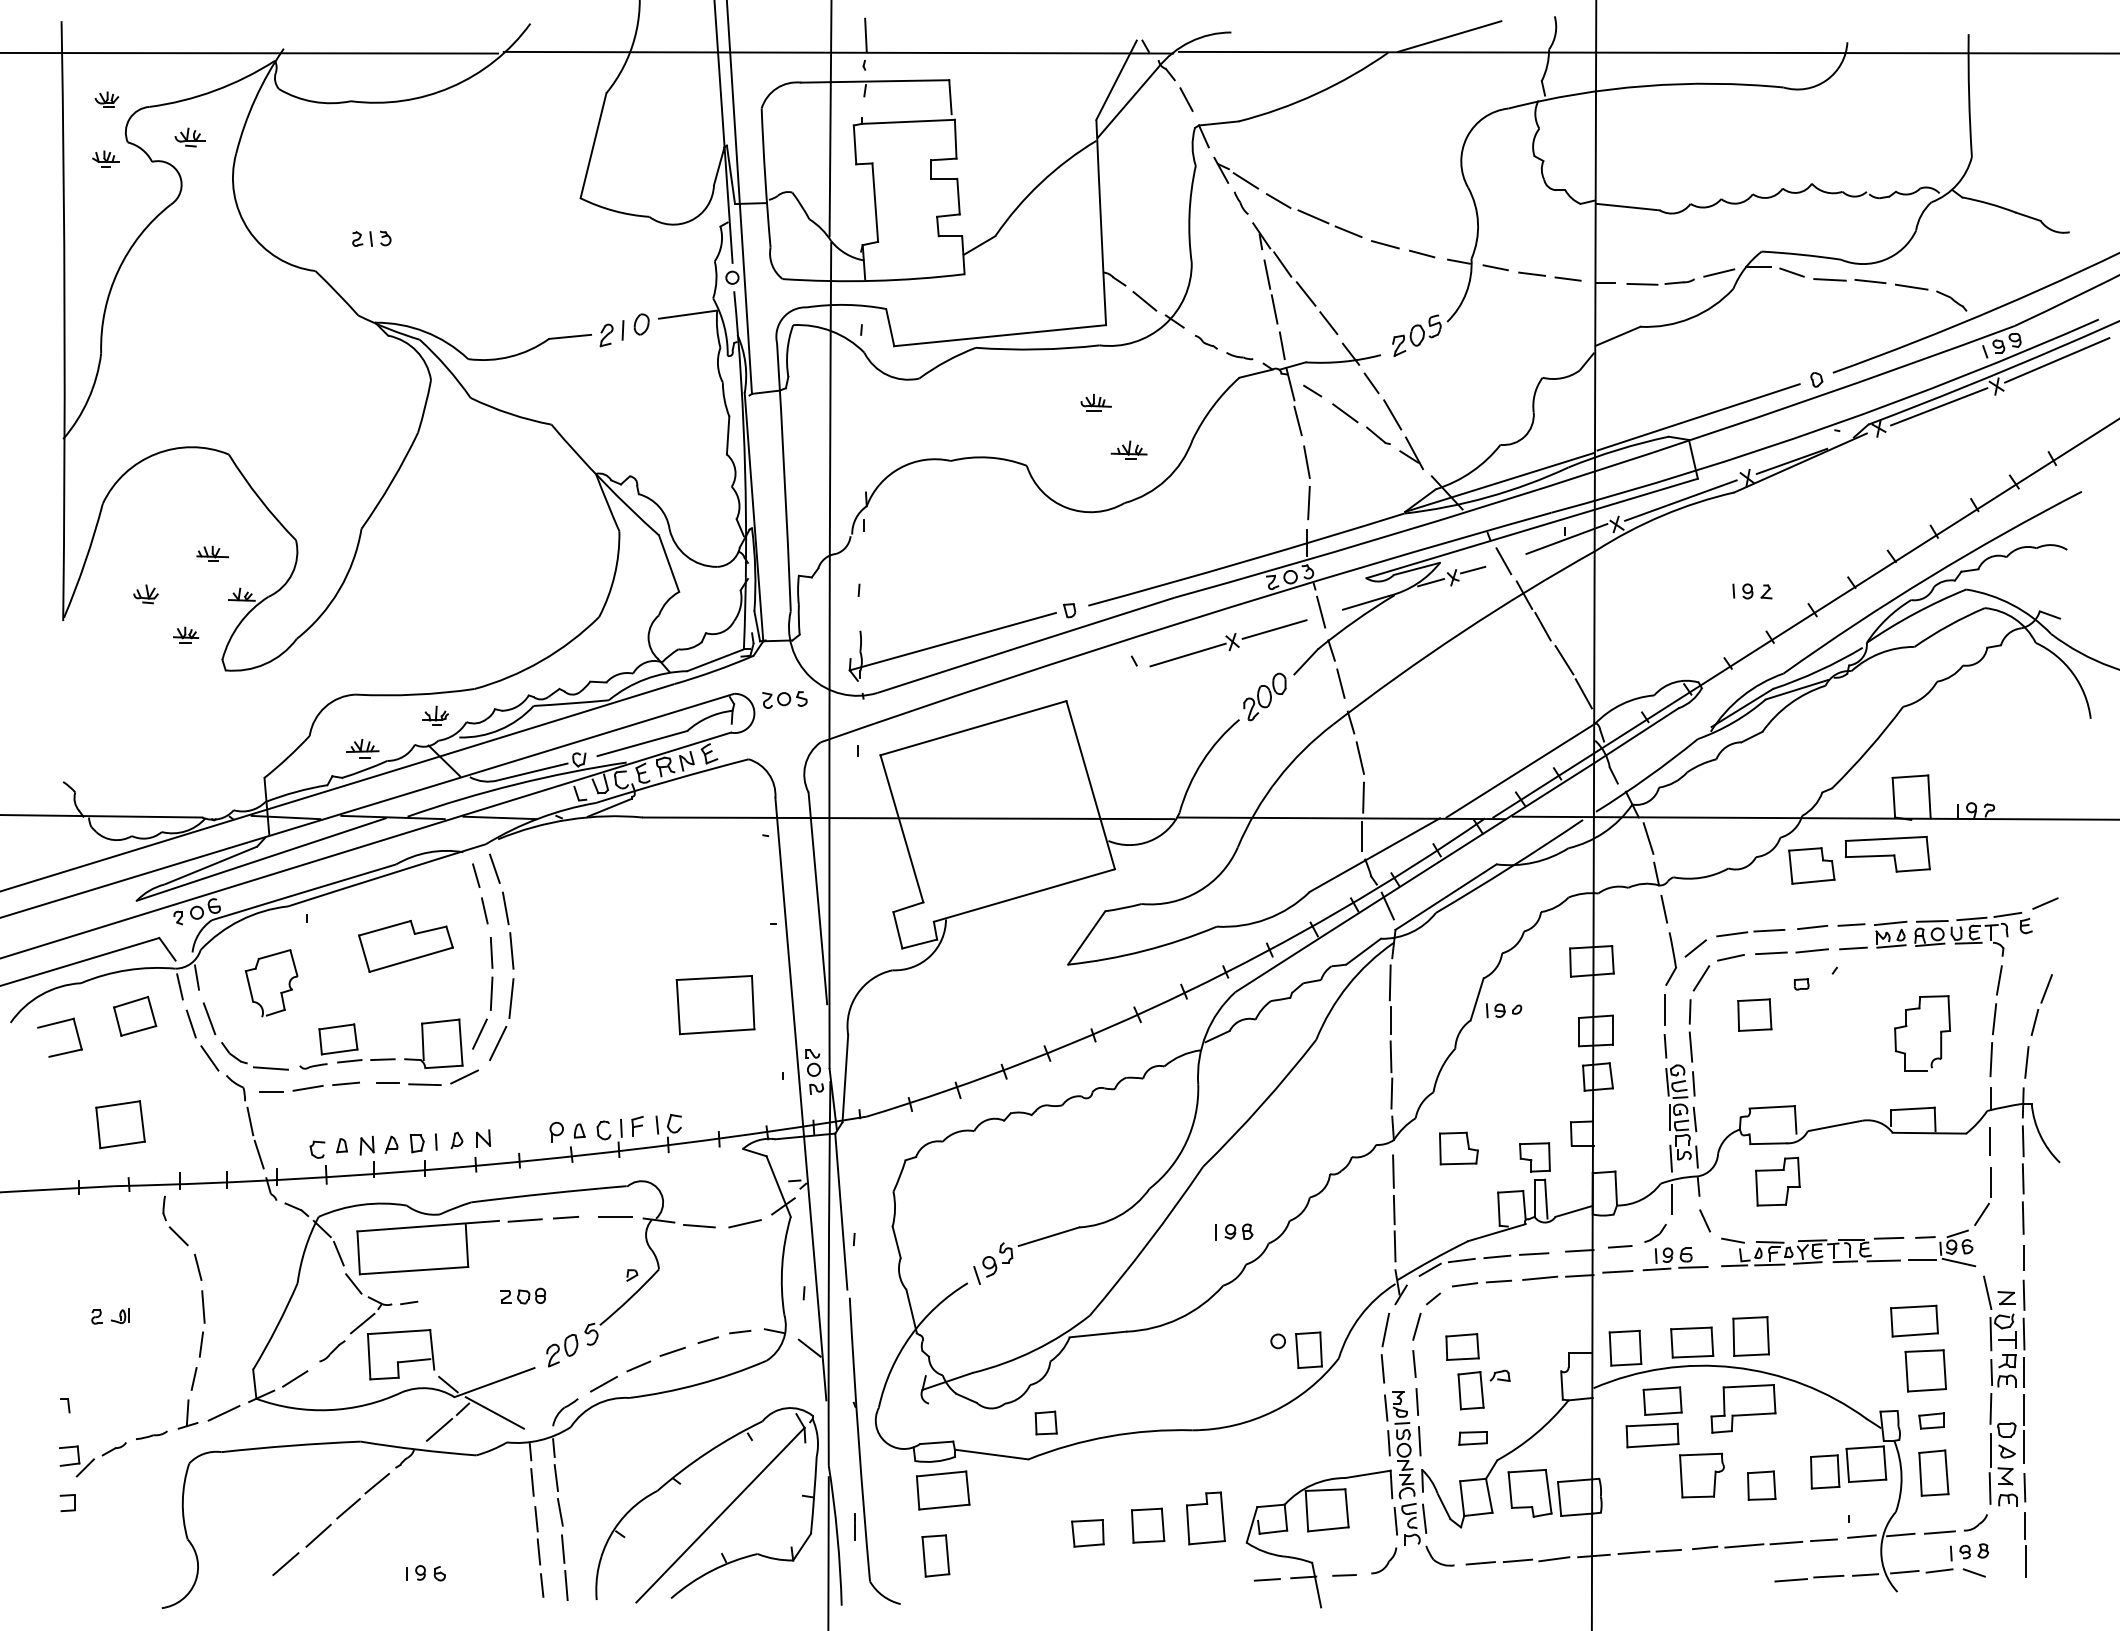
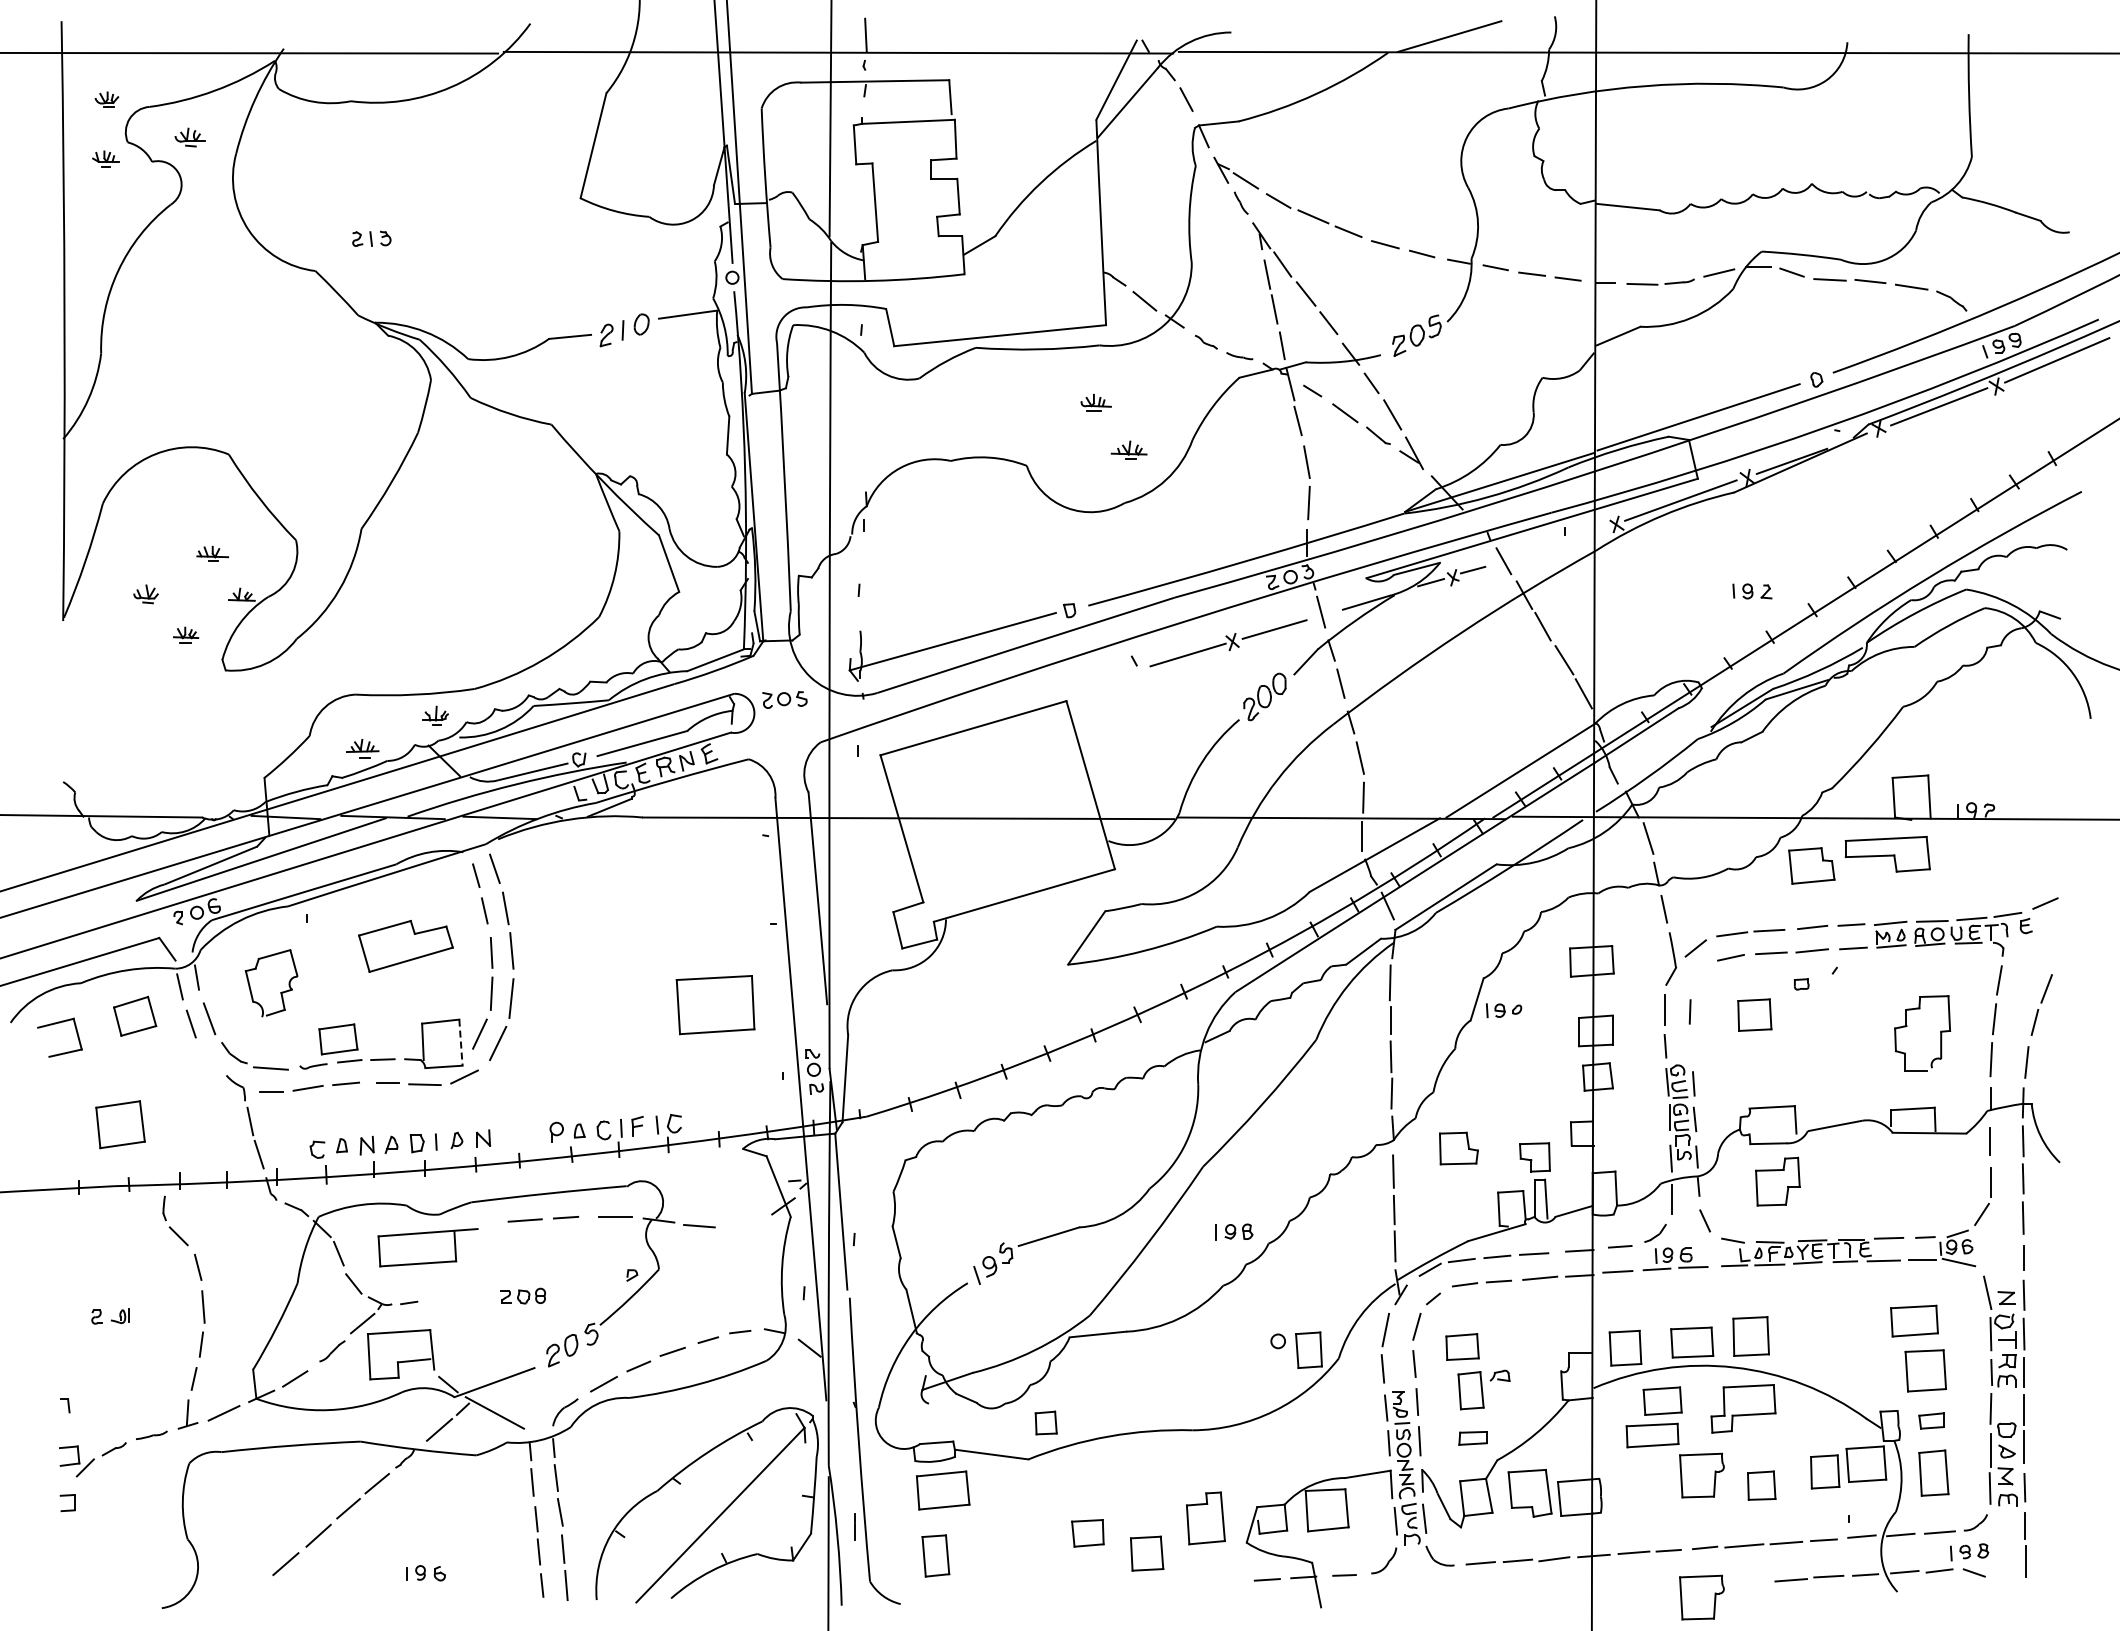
line at (1566, 538): present -> none
line at (1701, 978): present -> none
line at (460, 1043): solid -> dashed
line at (1690, 1046): present -> none
line at (209, 1058): present -> none
line at (744, 1223): present -> none
part at (427, 1247) size: 144x56 px -> 102x40 px
part at (1148, 1525) position: (1148, 1525) -> (1147, 1553)
part at (1701, 1597): none -> present
